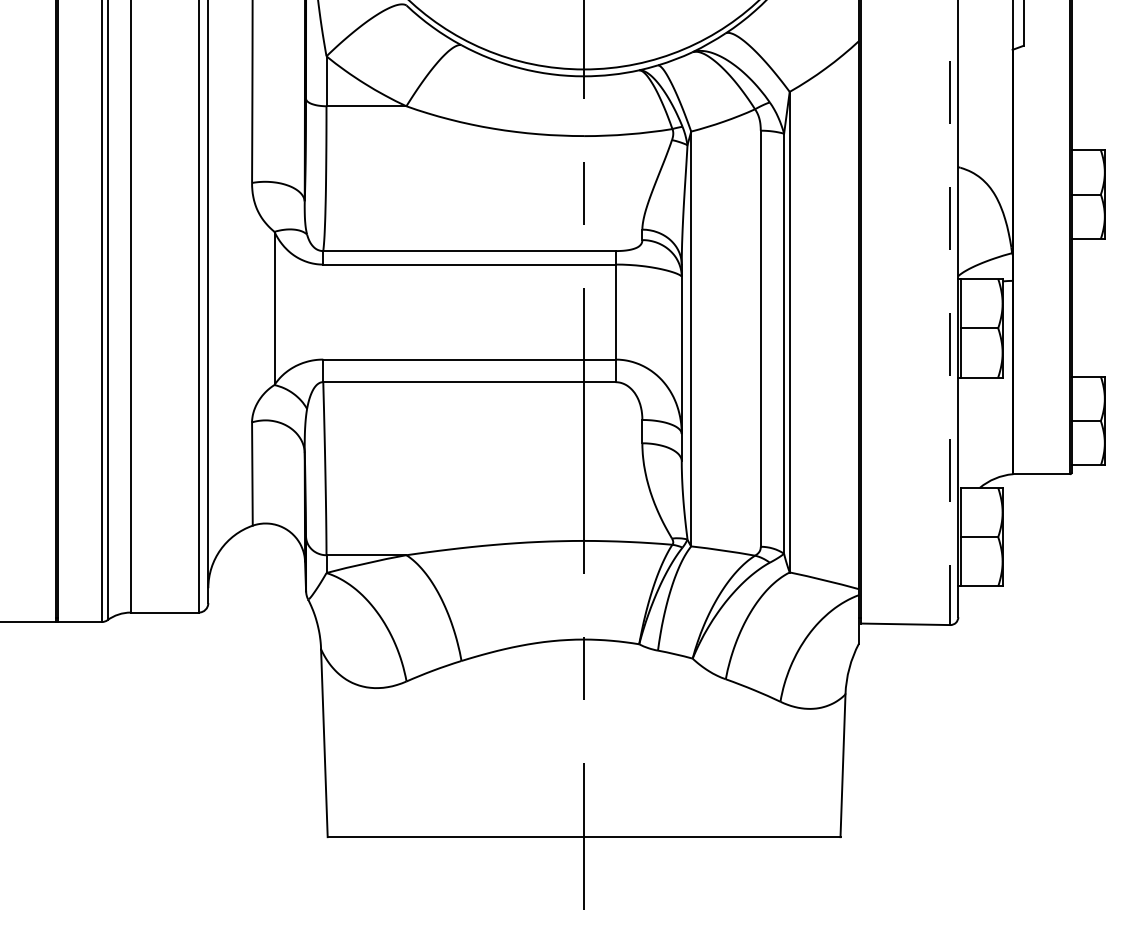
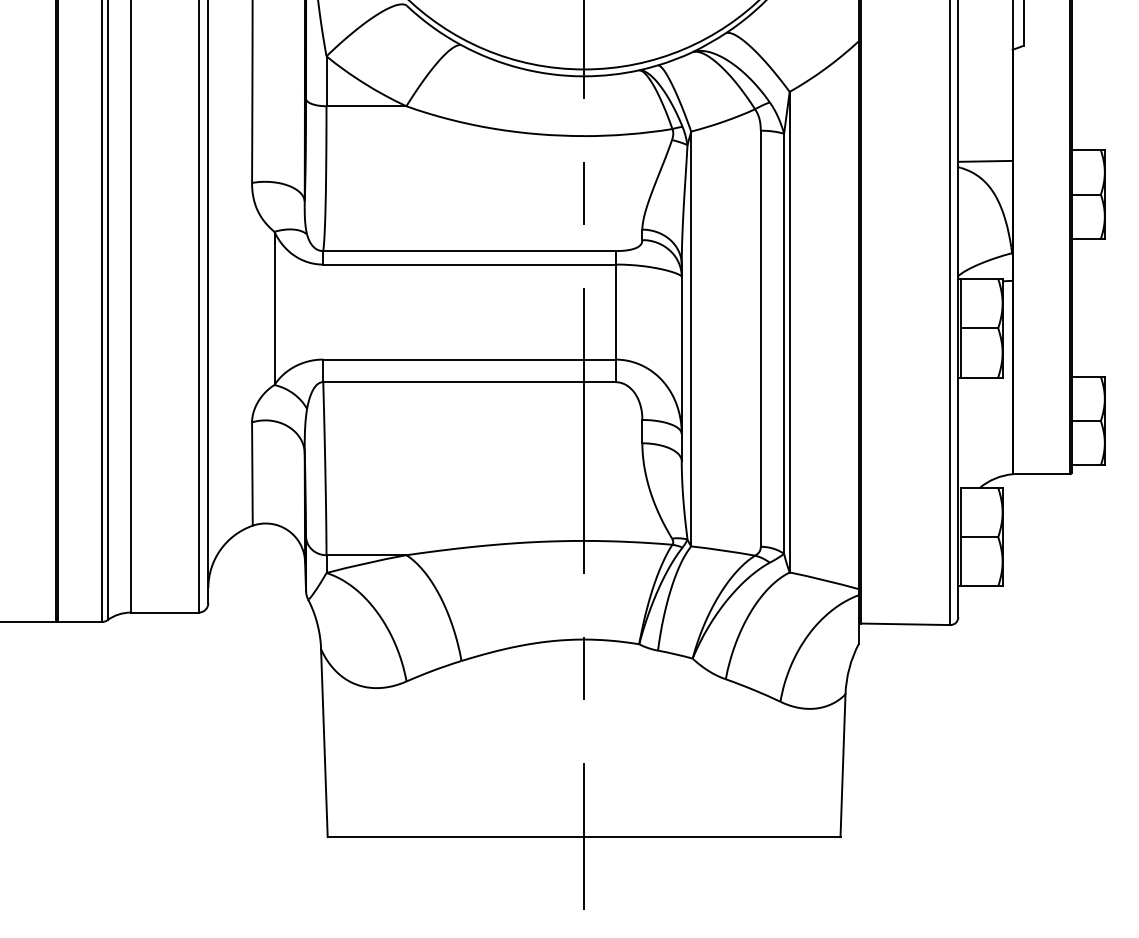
line at (985, 160): none -> present
line at (950, 313): dashed -> solid
